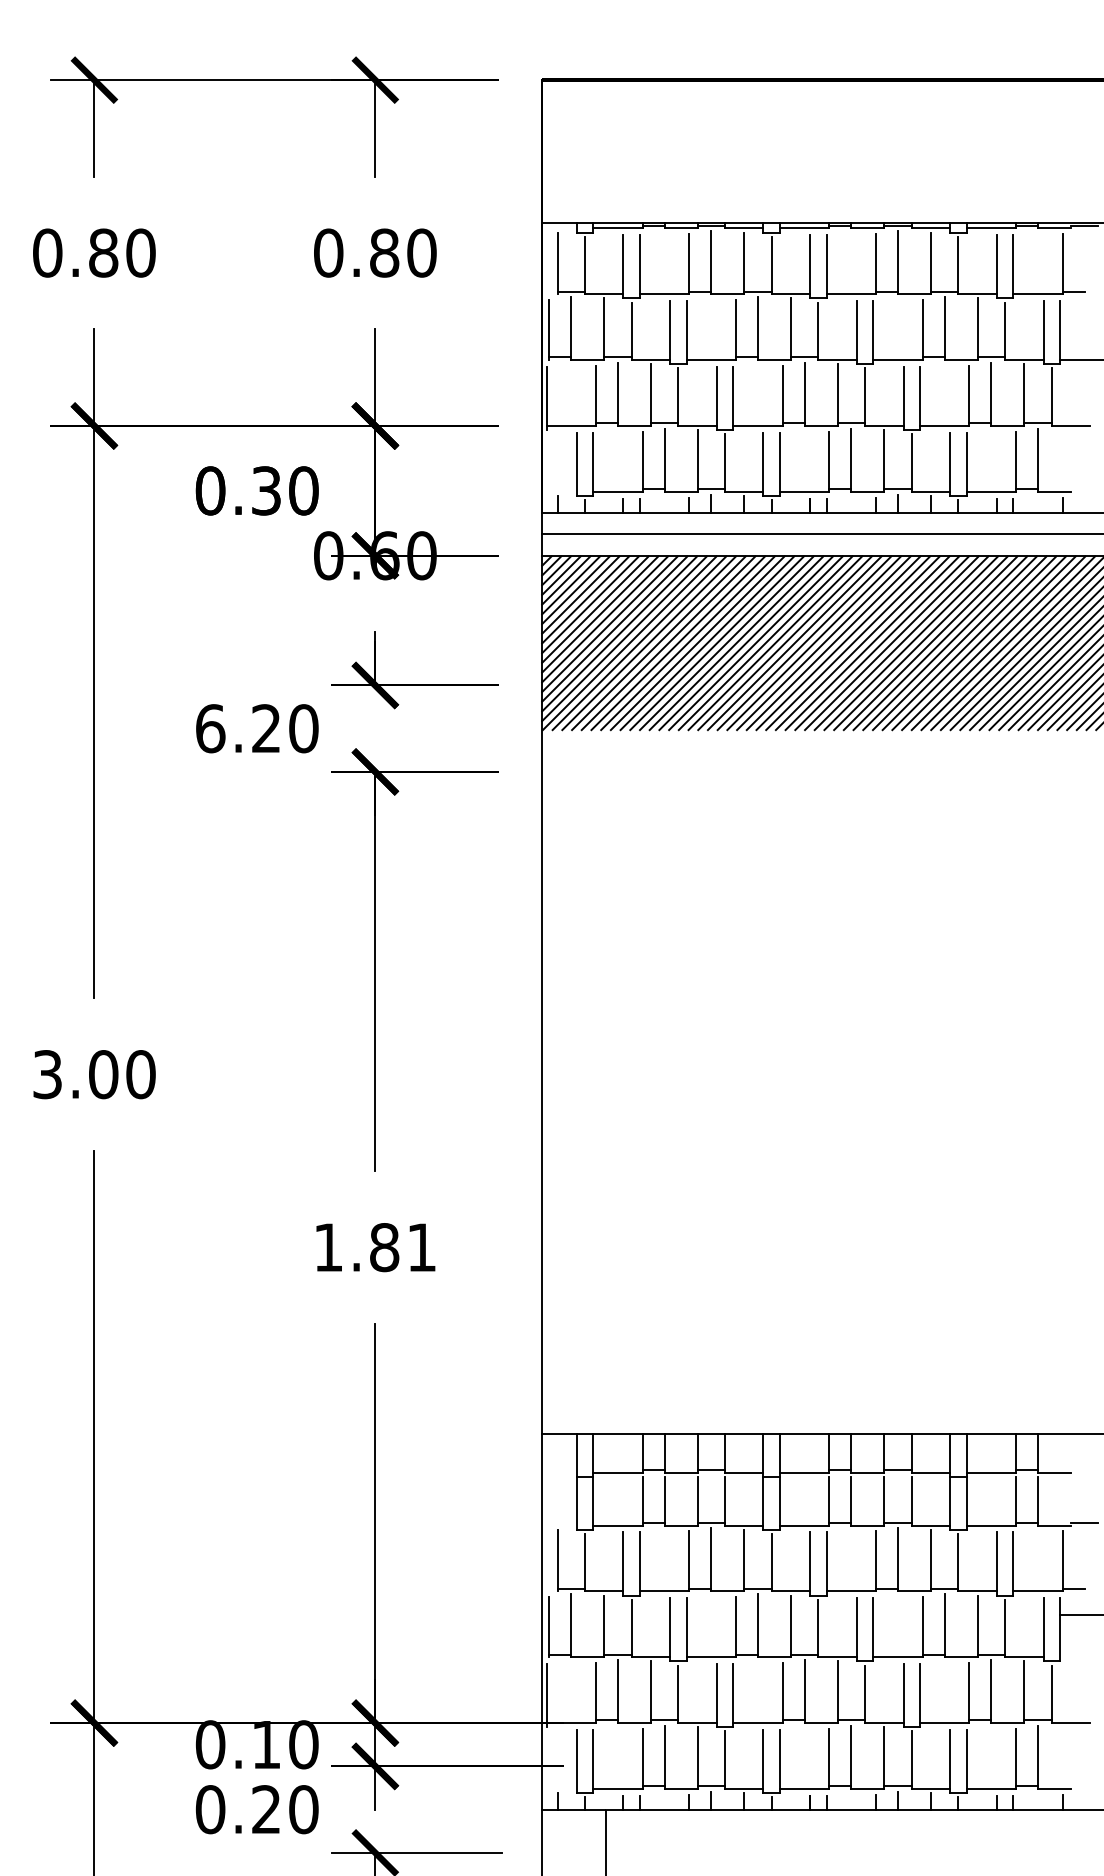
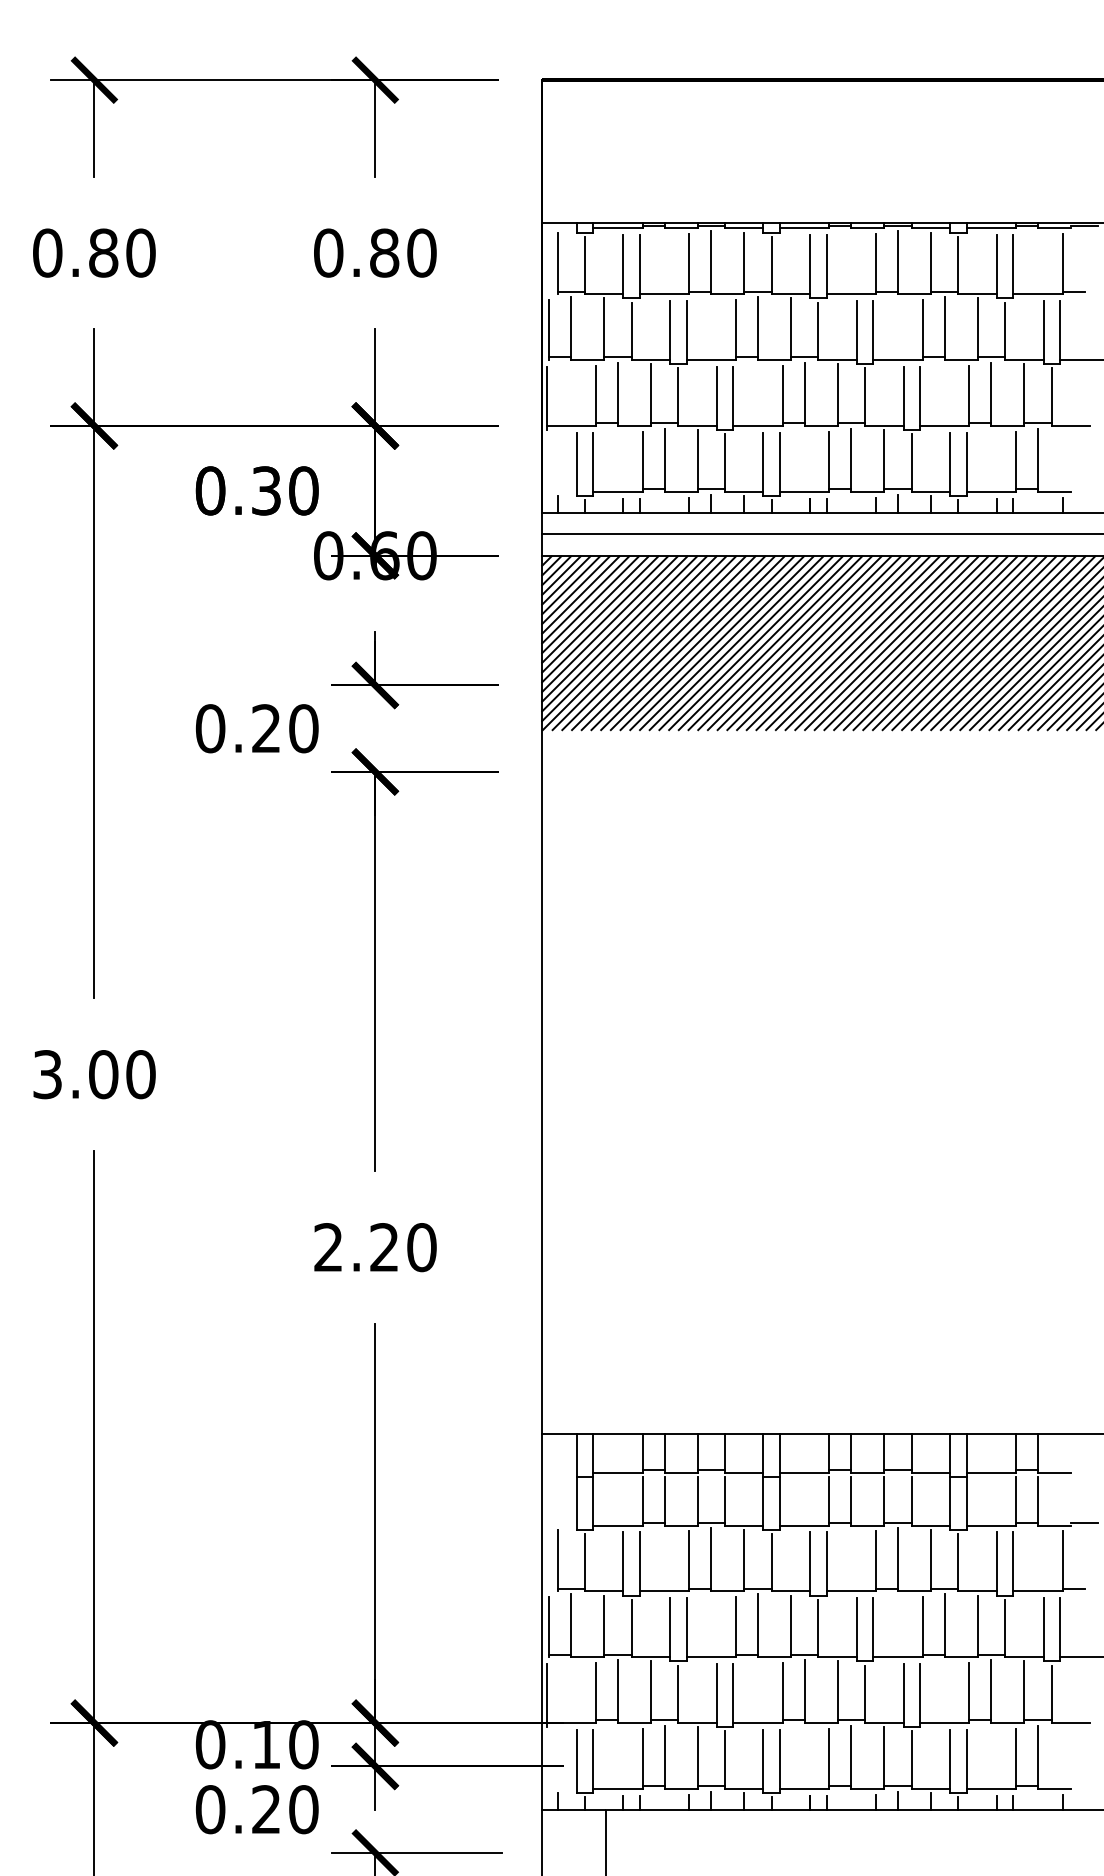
text at (210, 728): 6.20 -> 0.20
text at (375, 1247): 1.81 -> 2.20
line at (1080, 1615) position: (1080, 1615) -> (1080, 1657)
